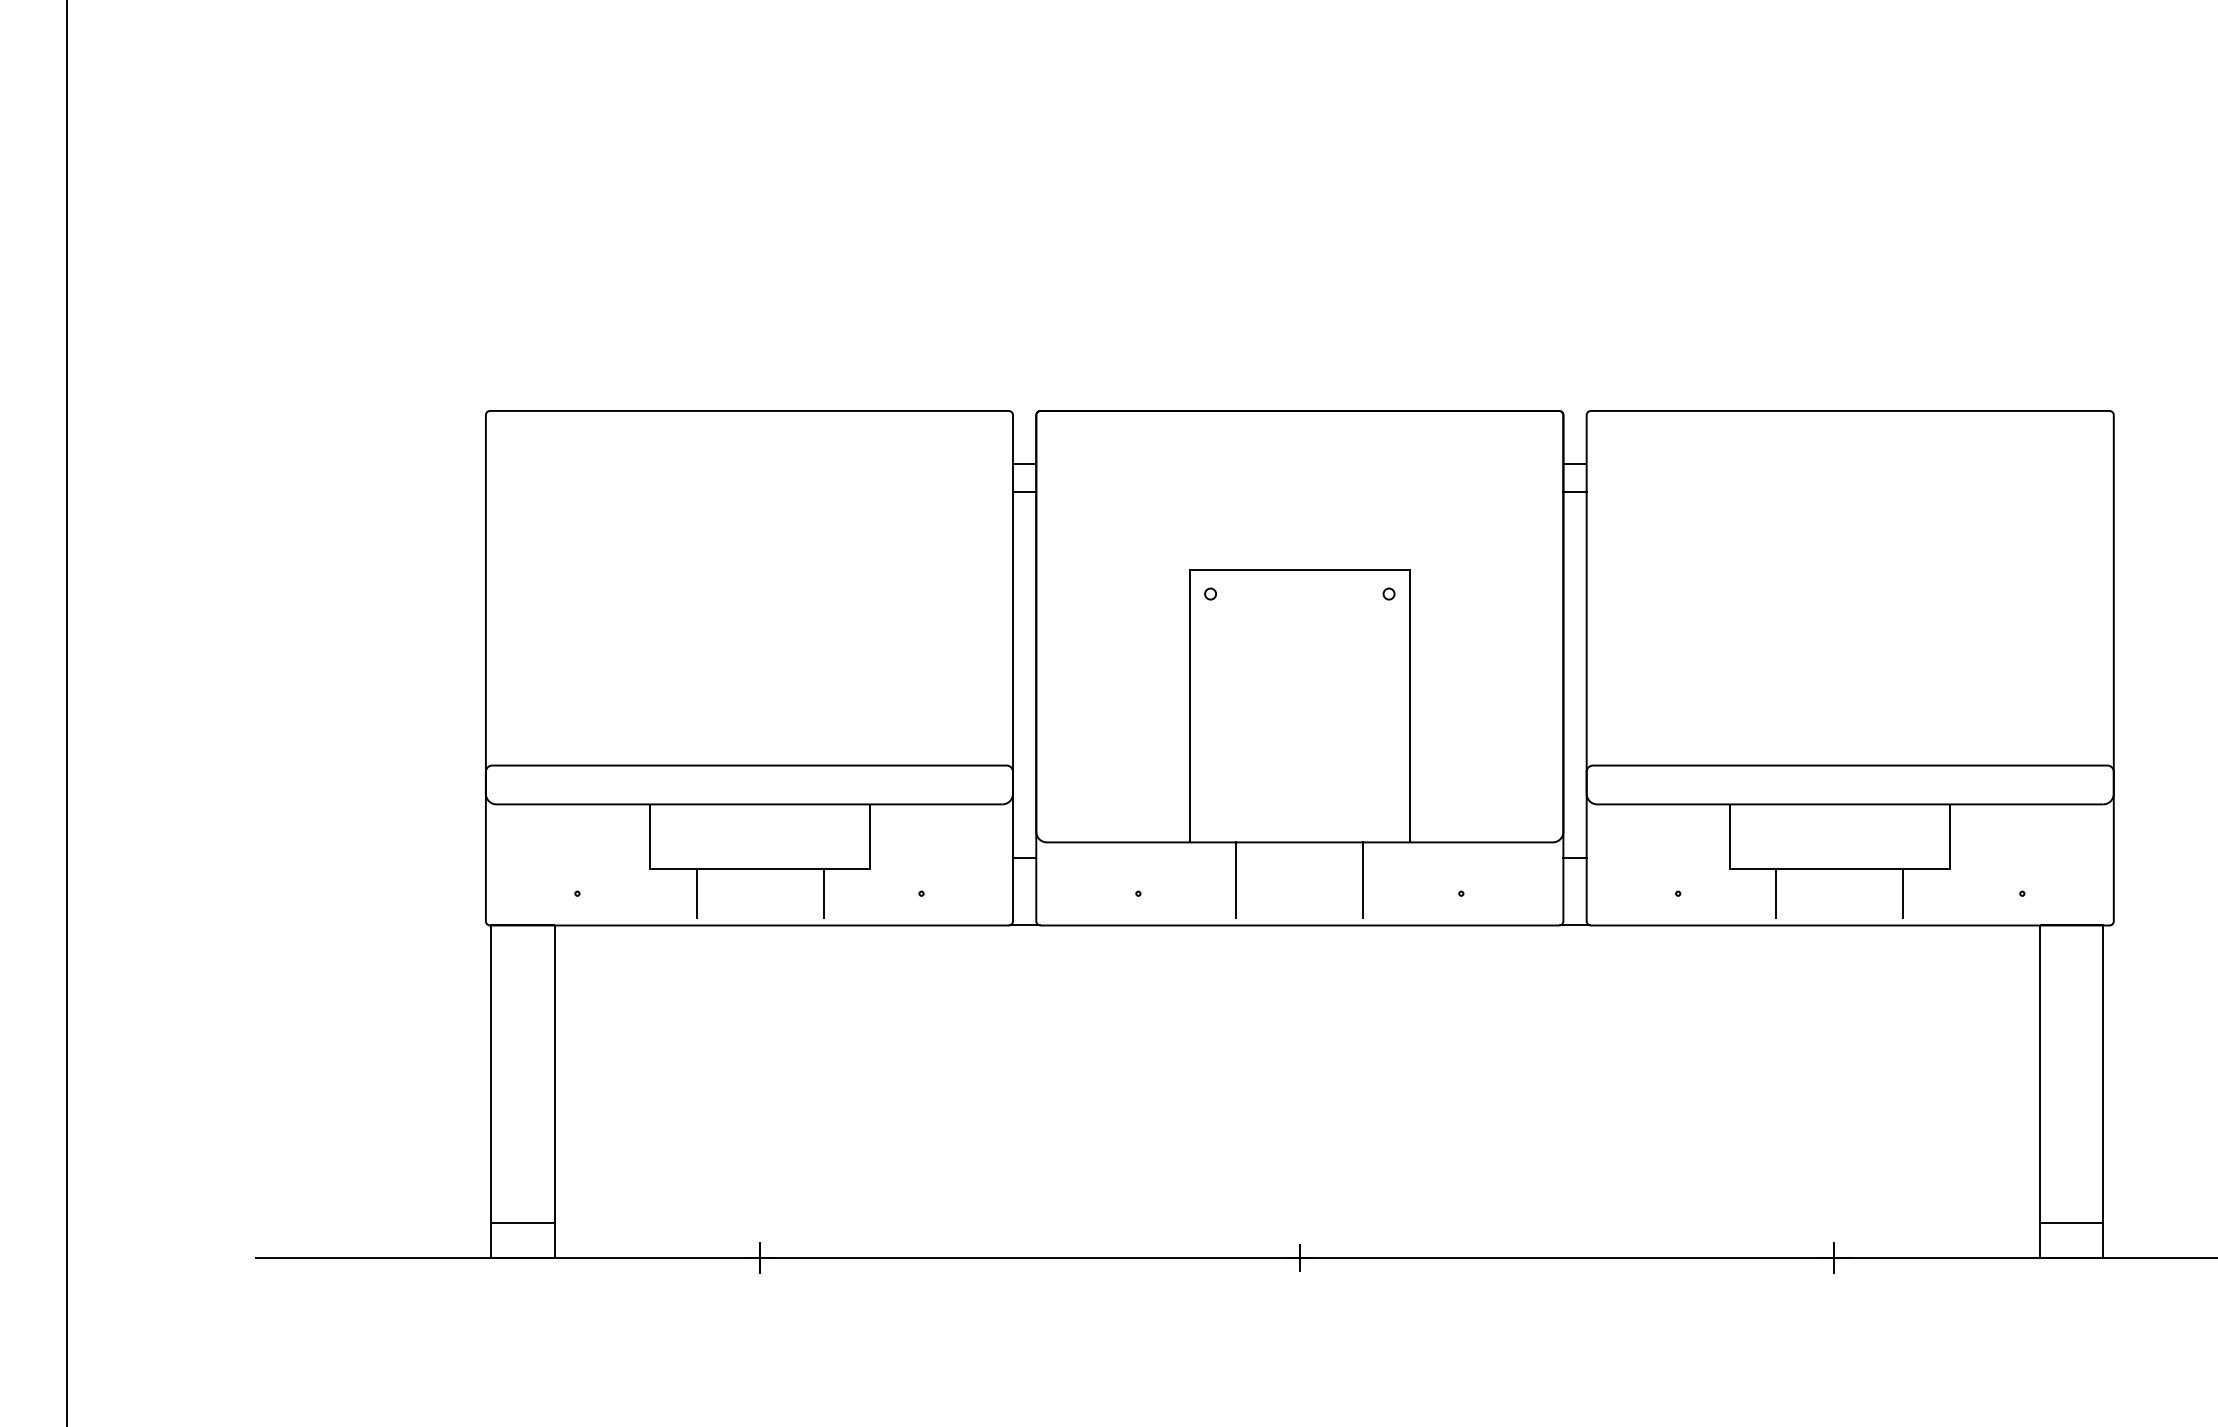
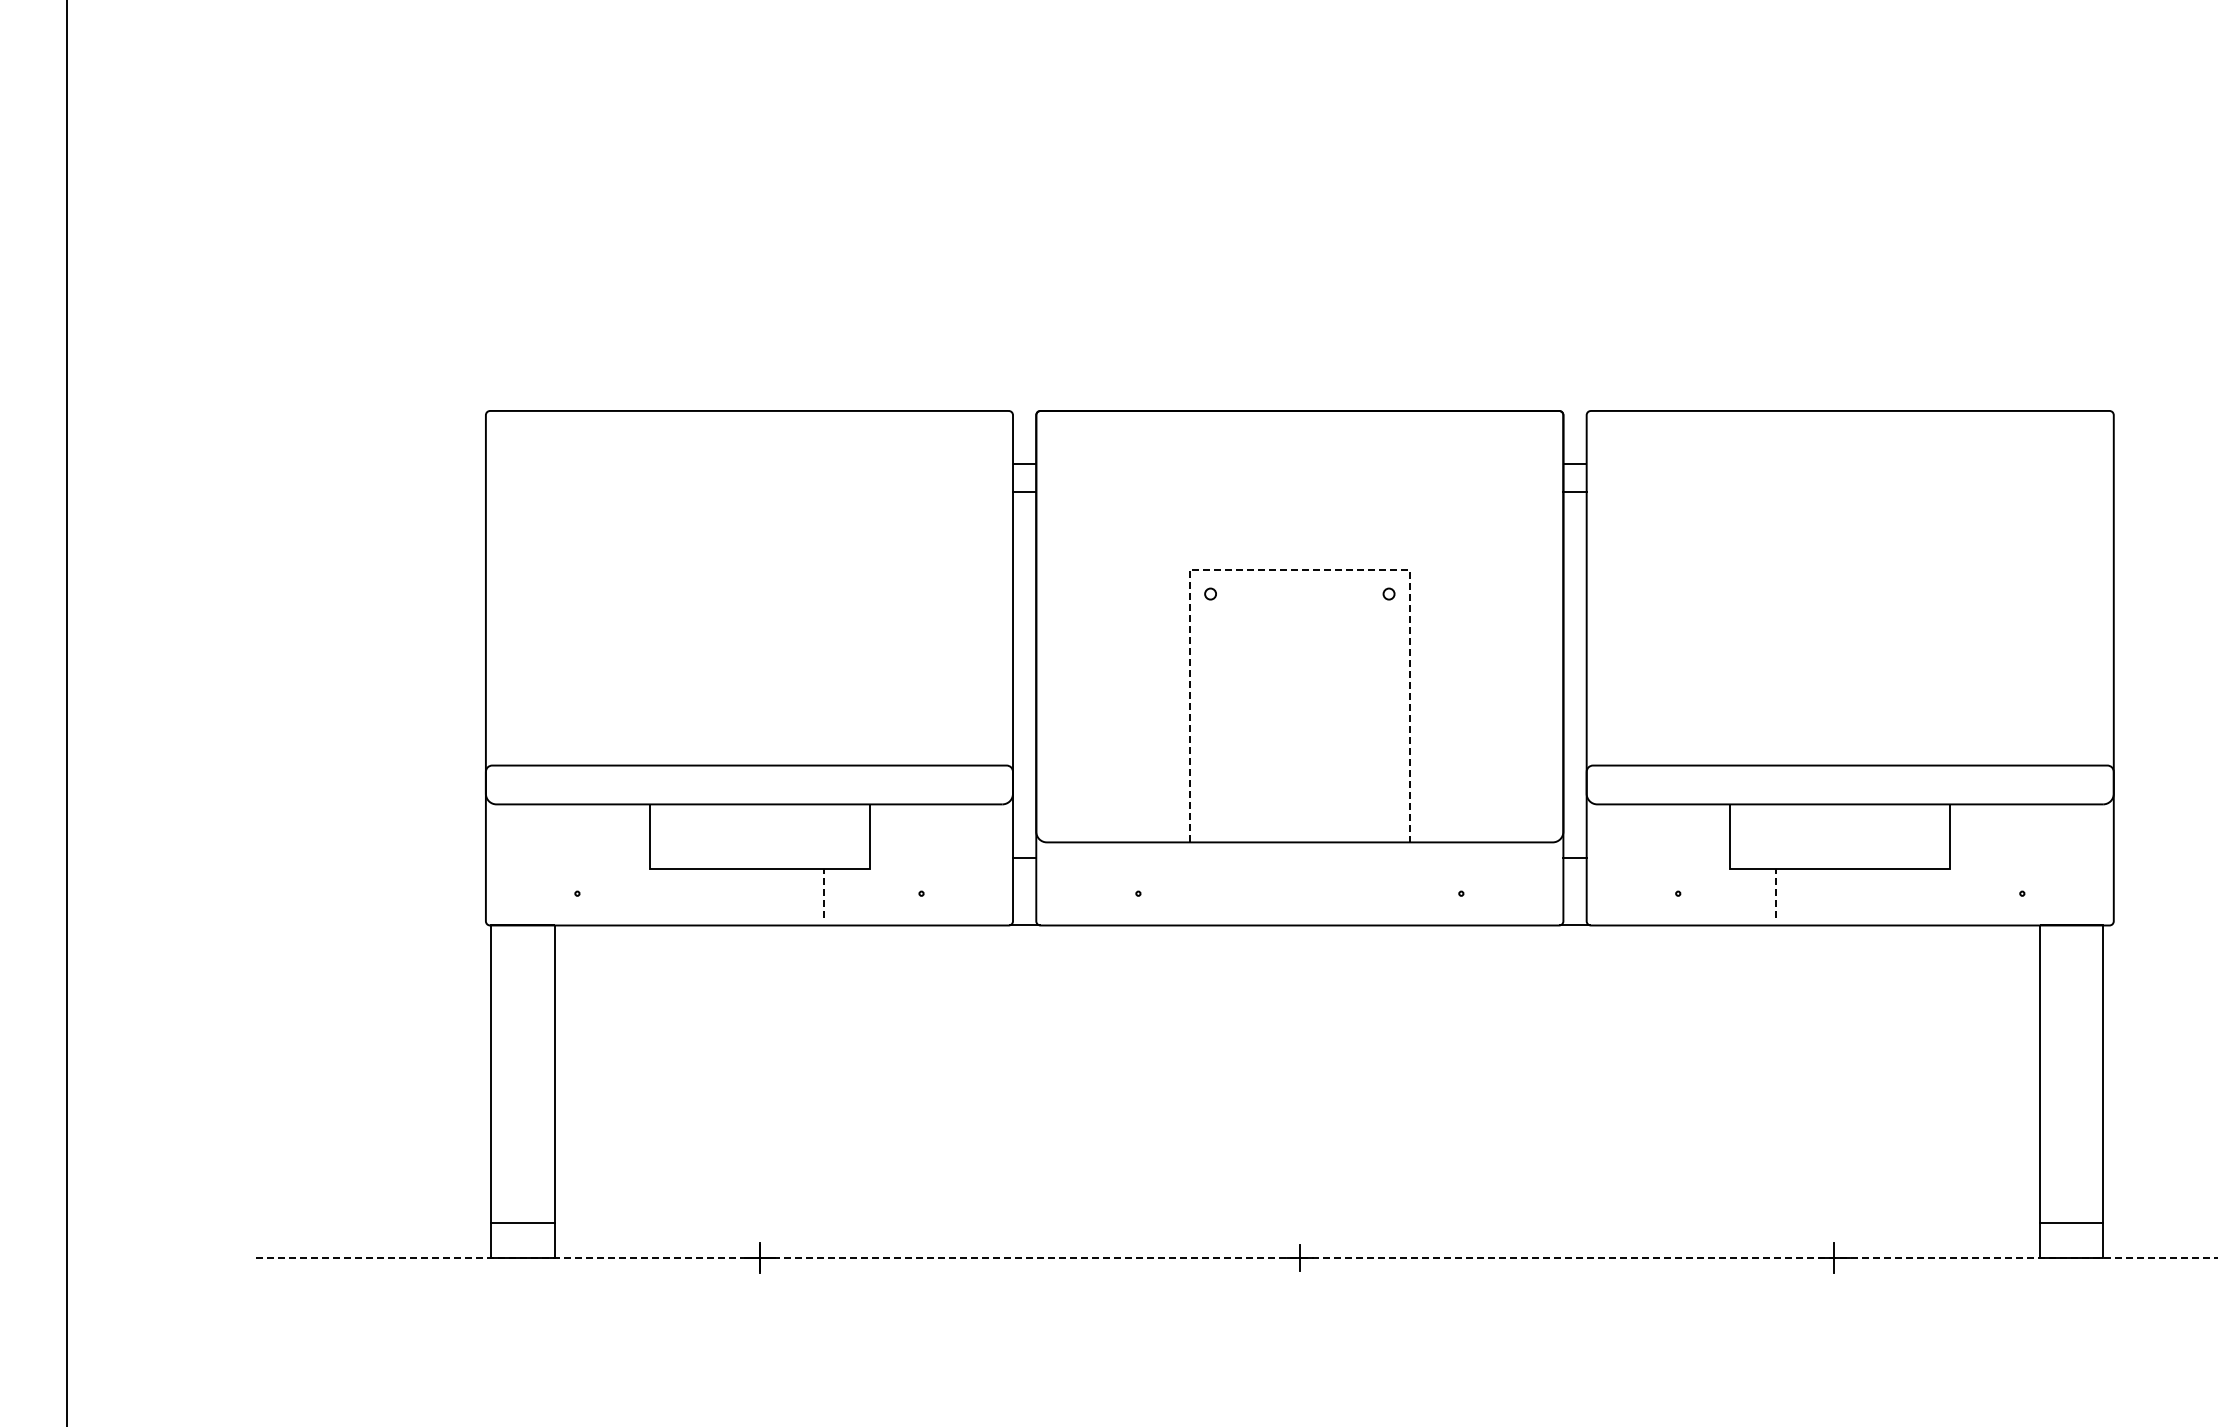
line at (1300, 569): solid -> dashed
line at (1236, 880): present -> none
line at (1363, 880): present -> none
line at (696, 893): present -> none
line at (823, 893): solid -> dashed
line at (1776, 893): solid -> dashed
line at (1903, 893): present -> none
line at (1236, 1257): solid -> dashed
